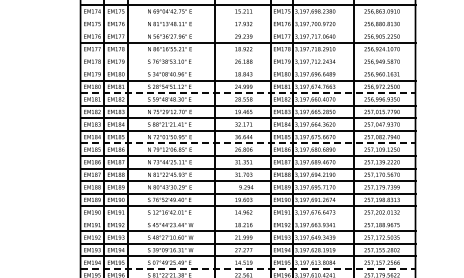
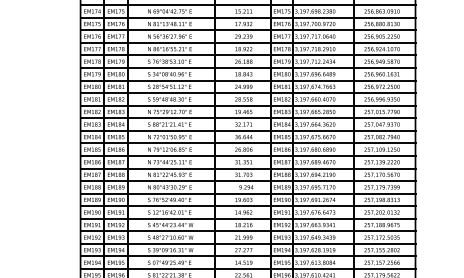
line at (247, 17): none -> present
line at (247, 30): none -> present
line at (247, 55): none -> present
line at (247, 68): none -> present
line at (248, 93): dashed -> solid
line at (248, 143): dashed -> solid
line at (247, 218): none -> present
line at (248, 269): dashed -> solid
